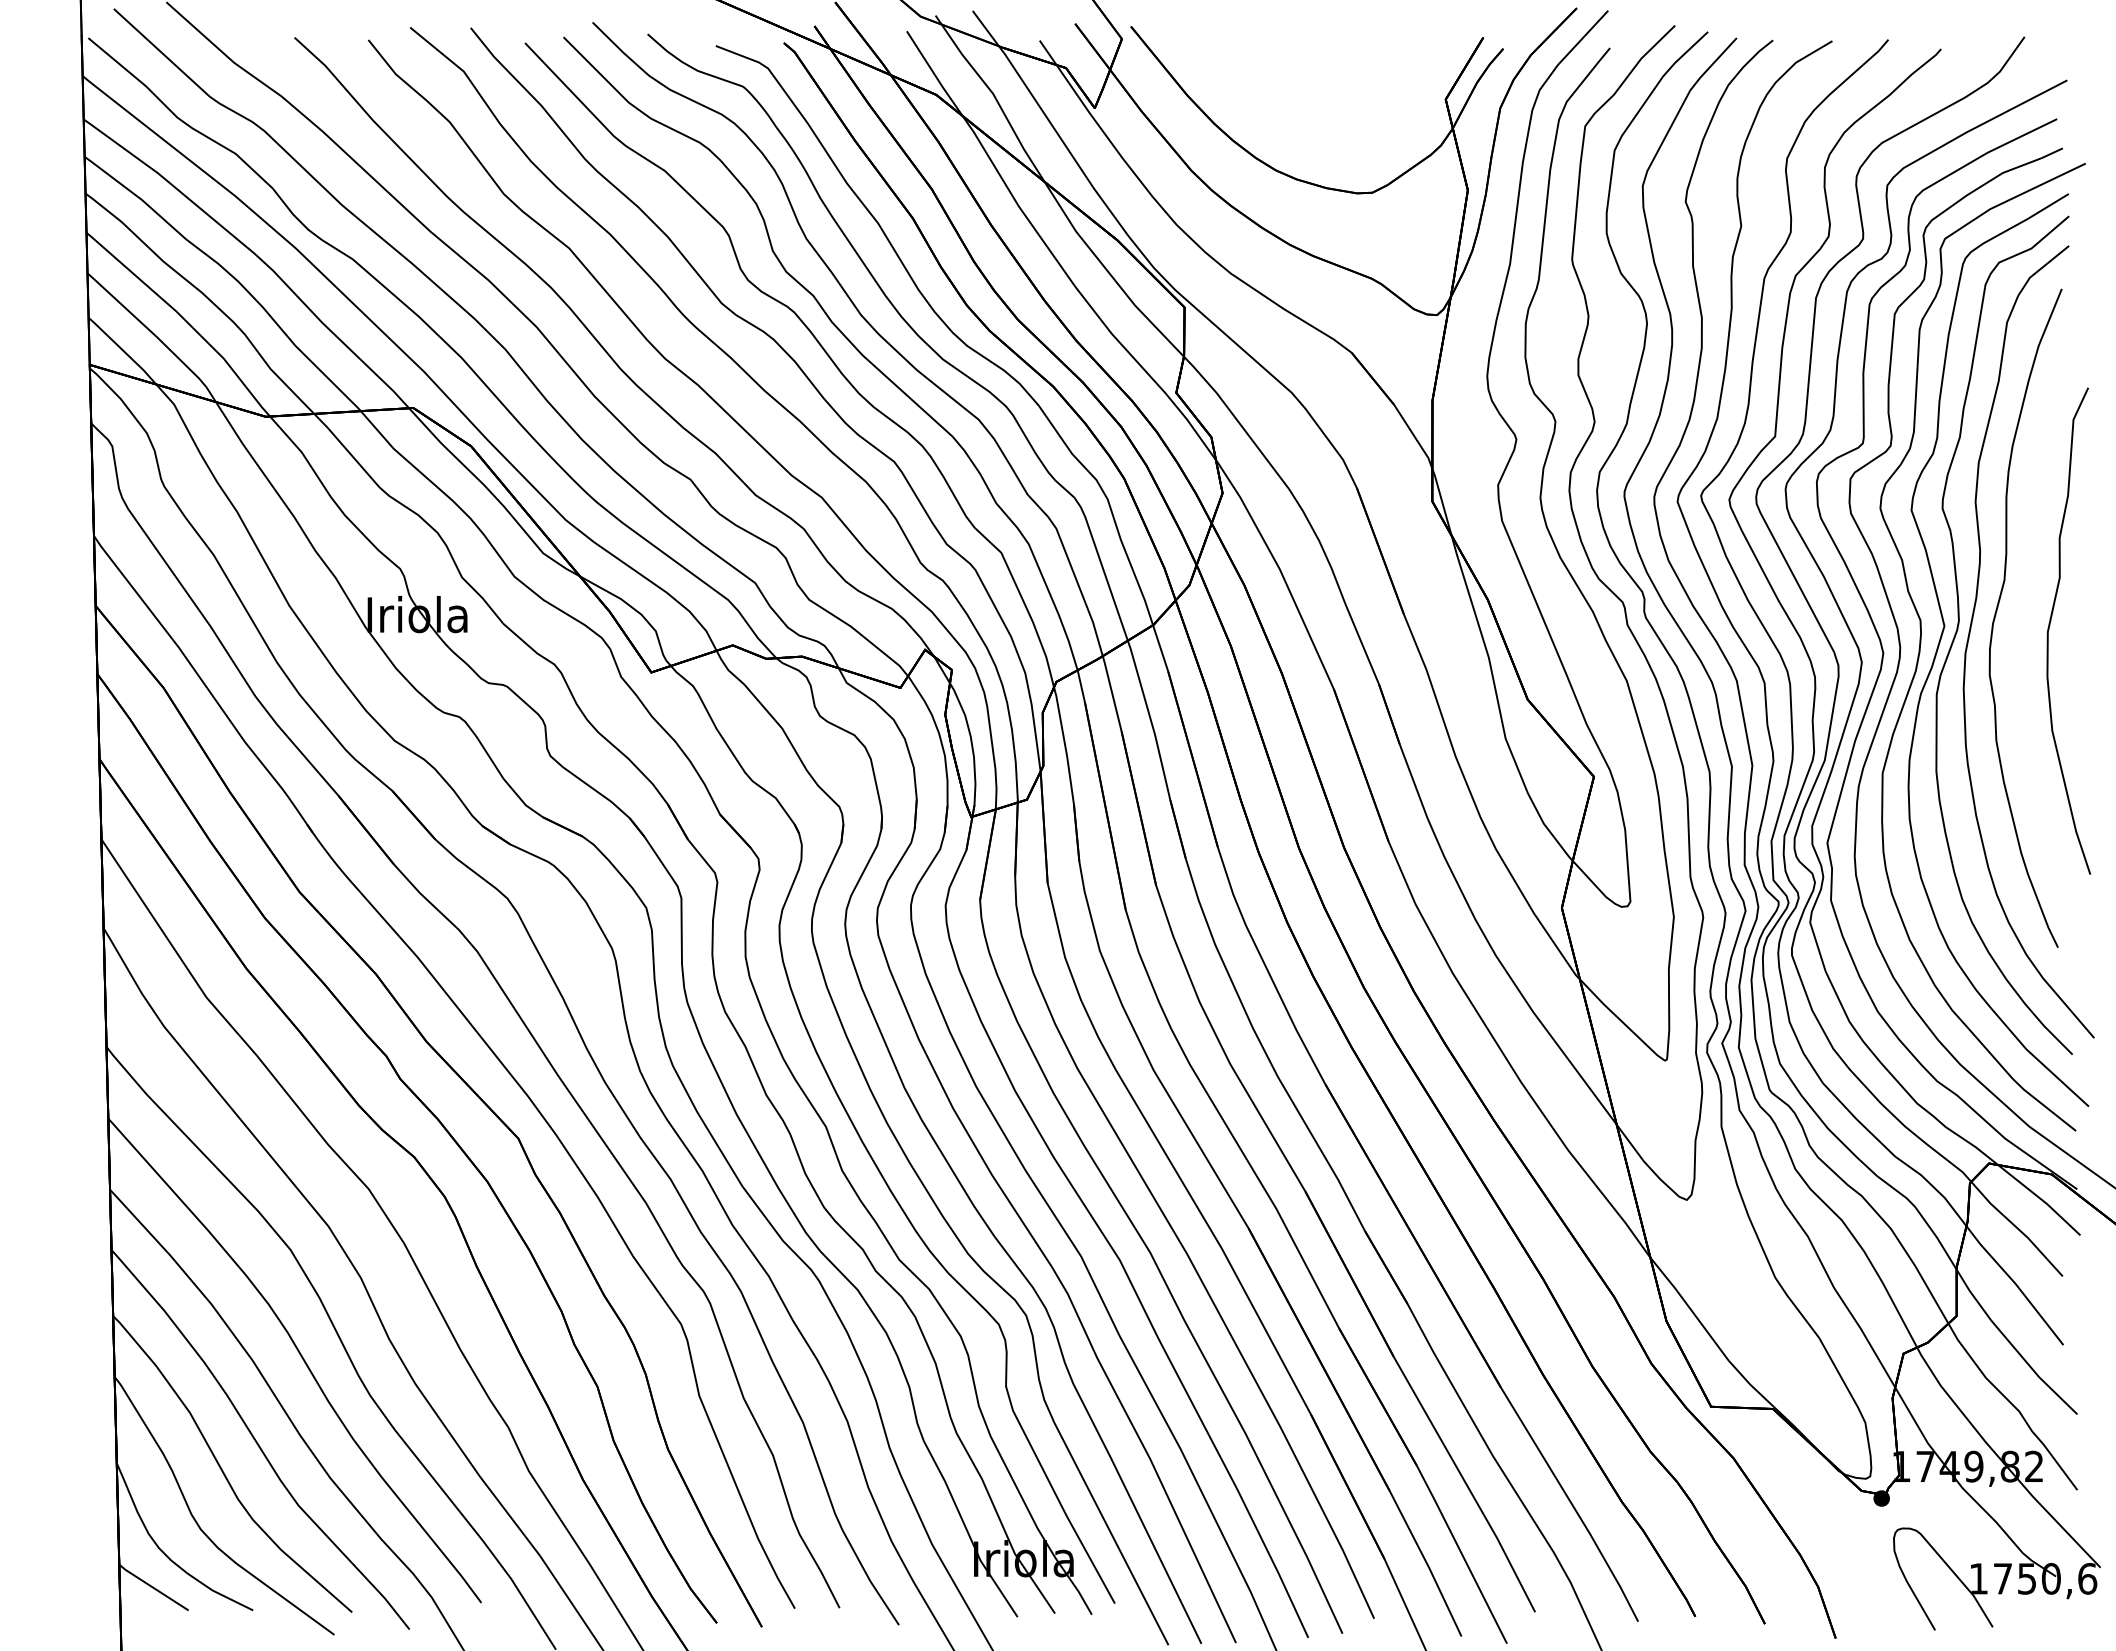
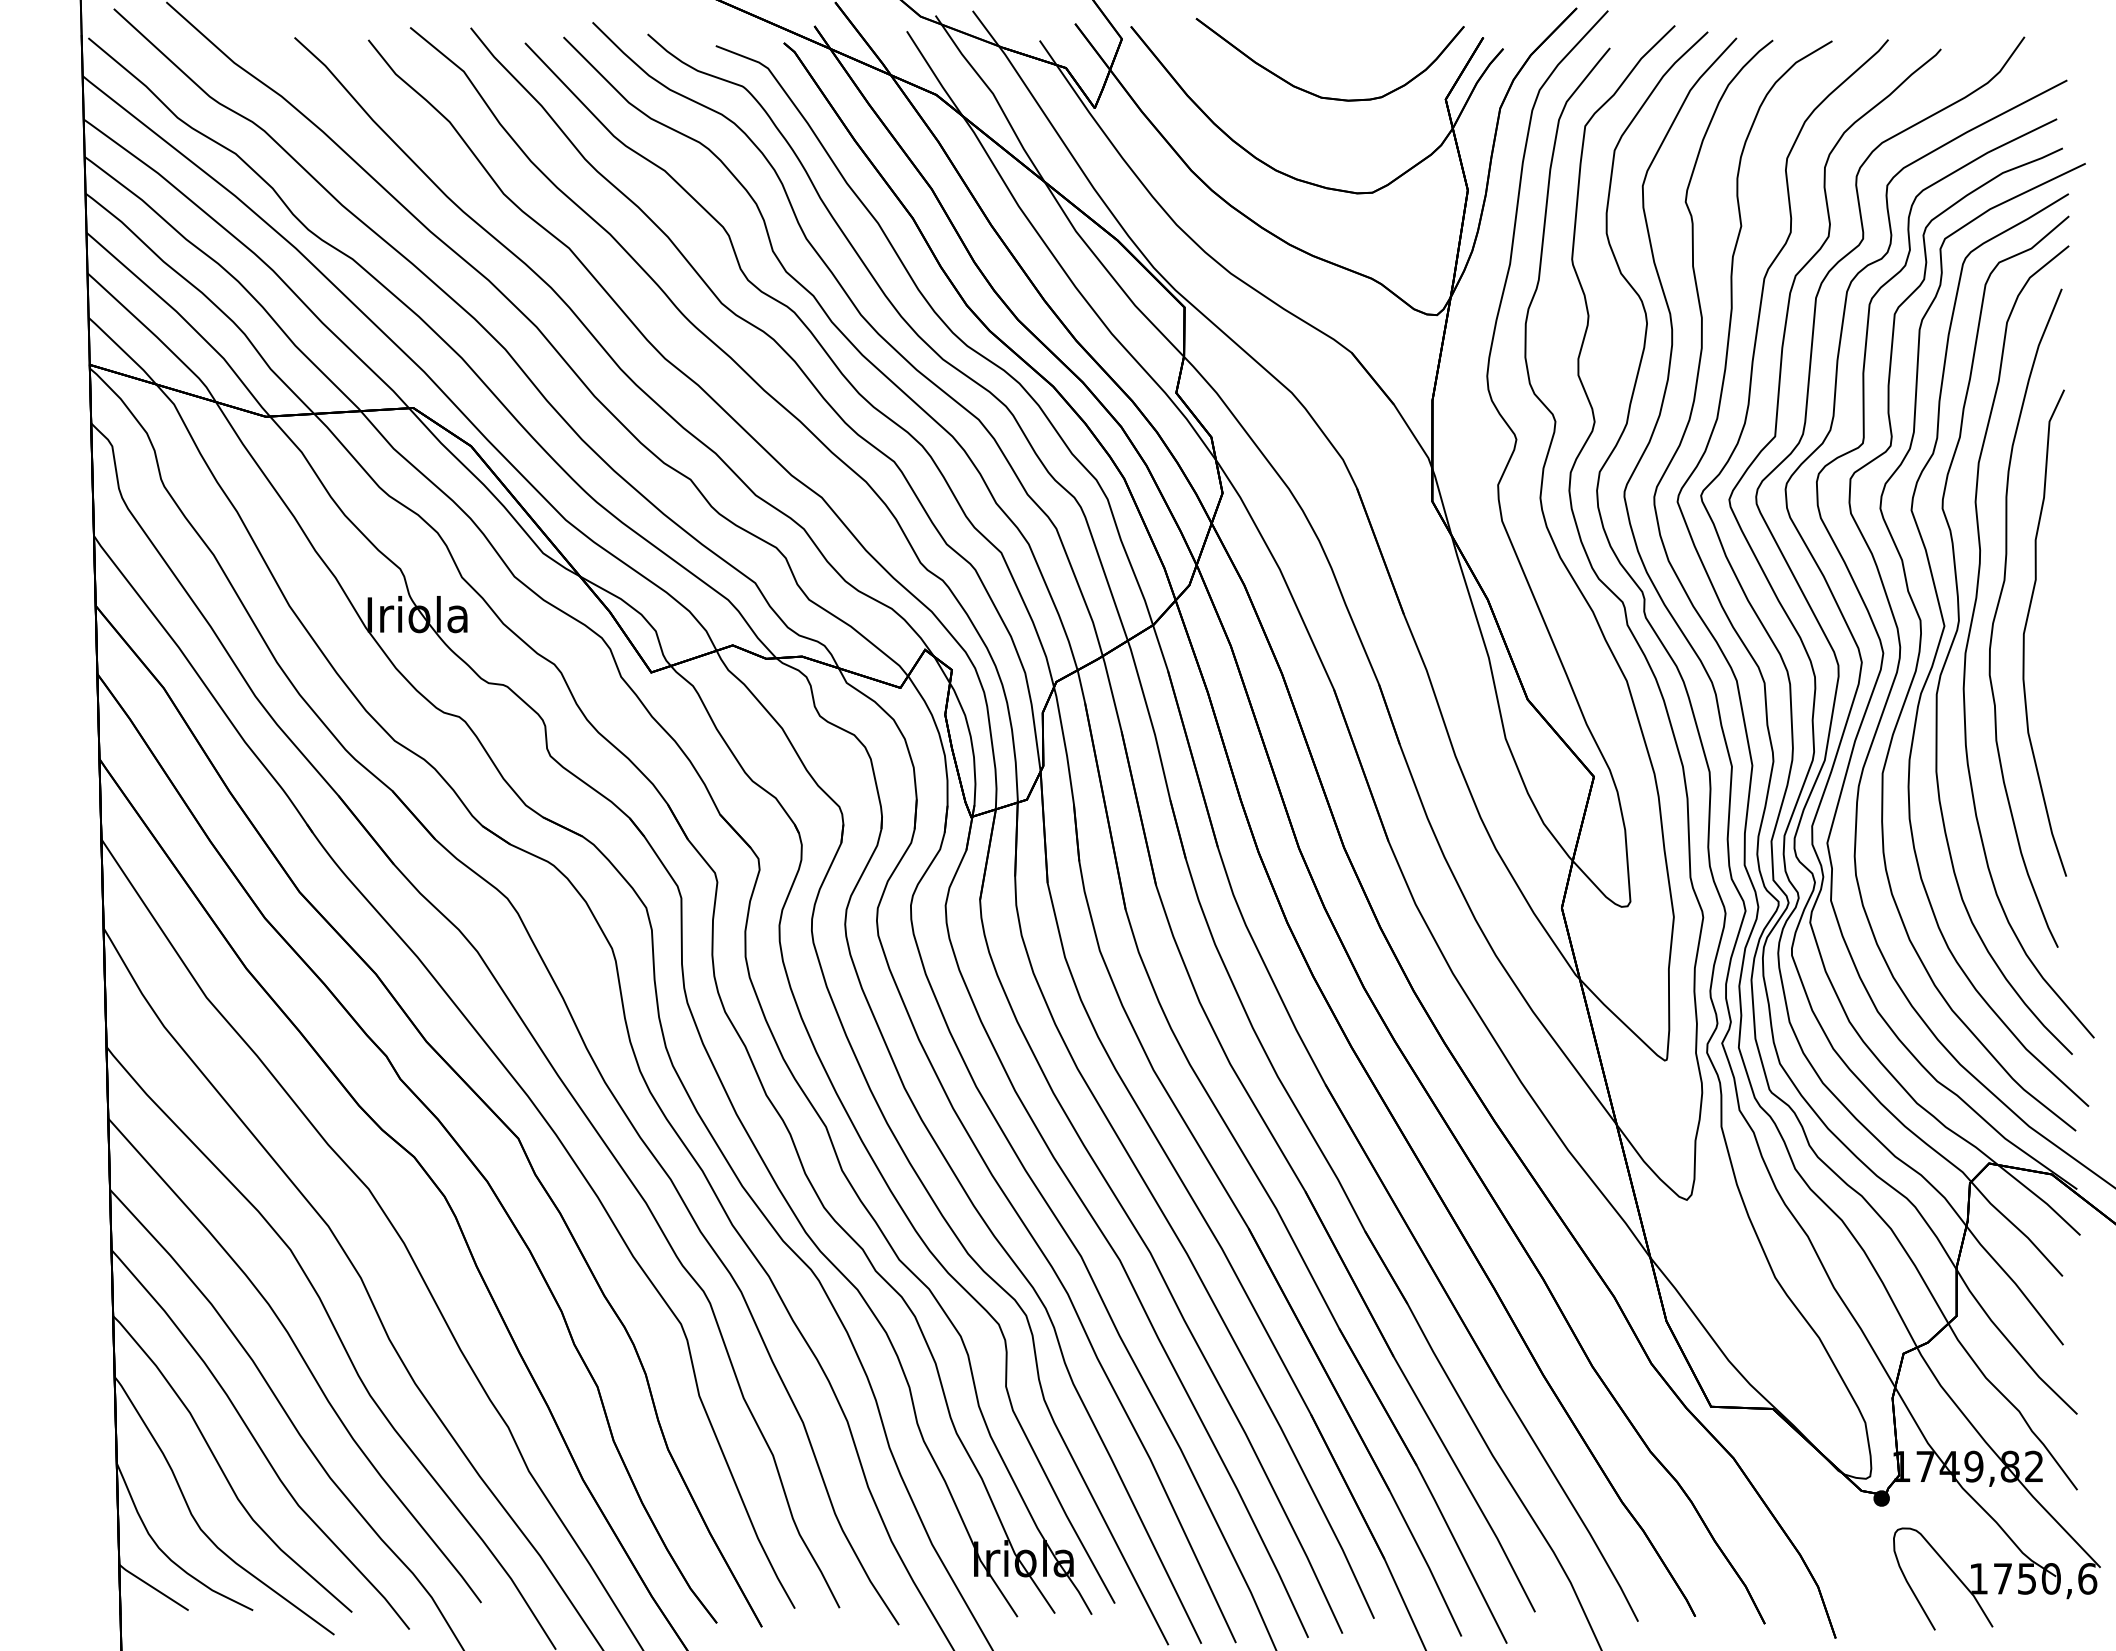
part at (1314, 93): none -> present
curve at (2050, 625) position: (2050, 625) -> (2026, 627)
